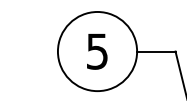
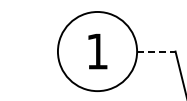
text at (97, 51): 5 -> 1
line at (156, 51): solid -> dashed
